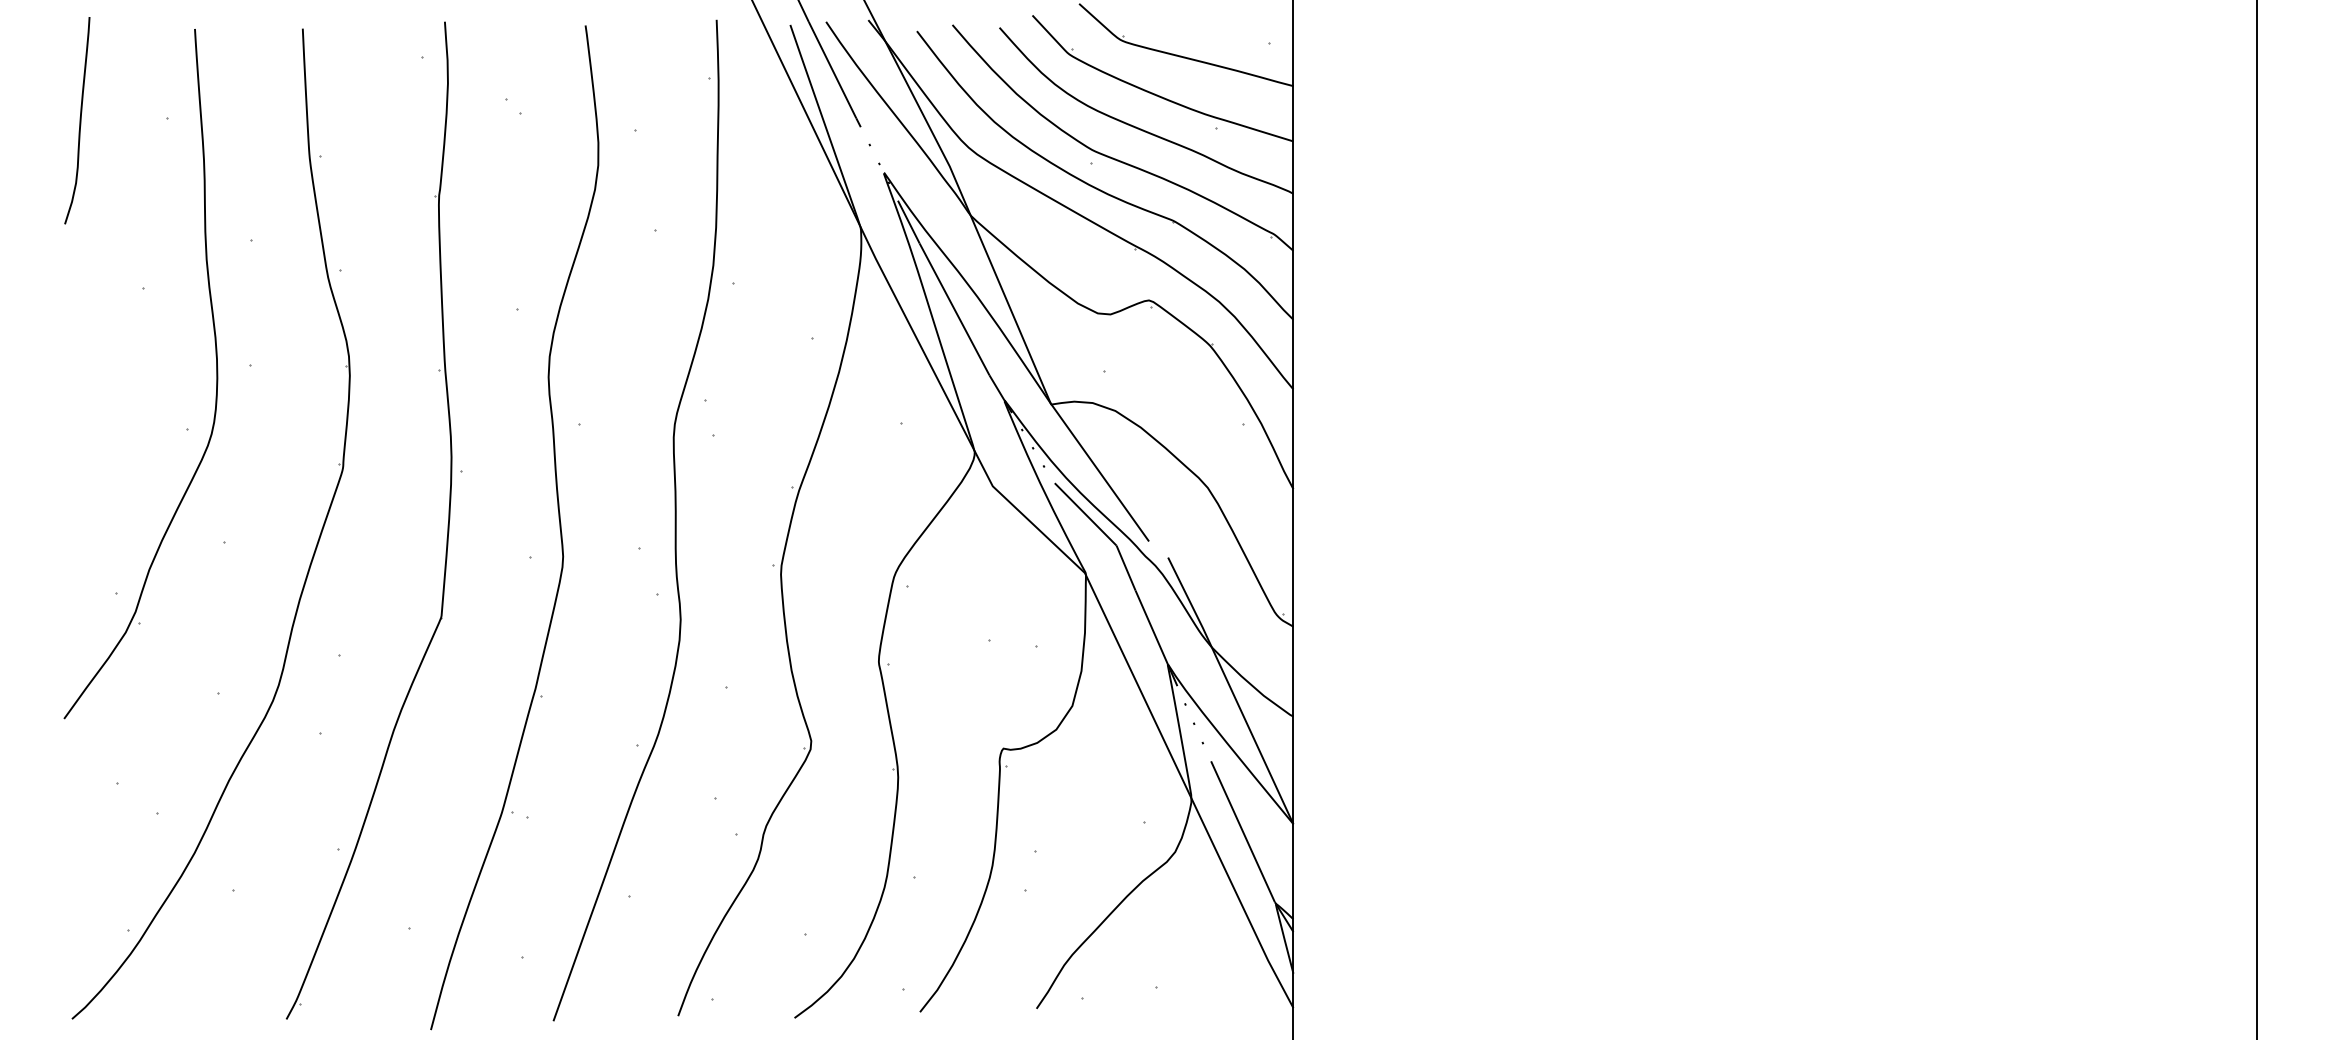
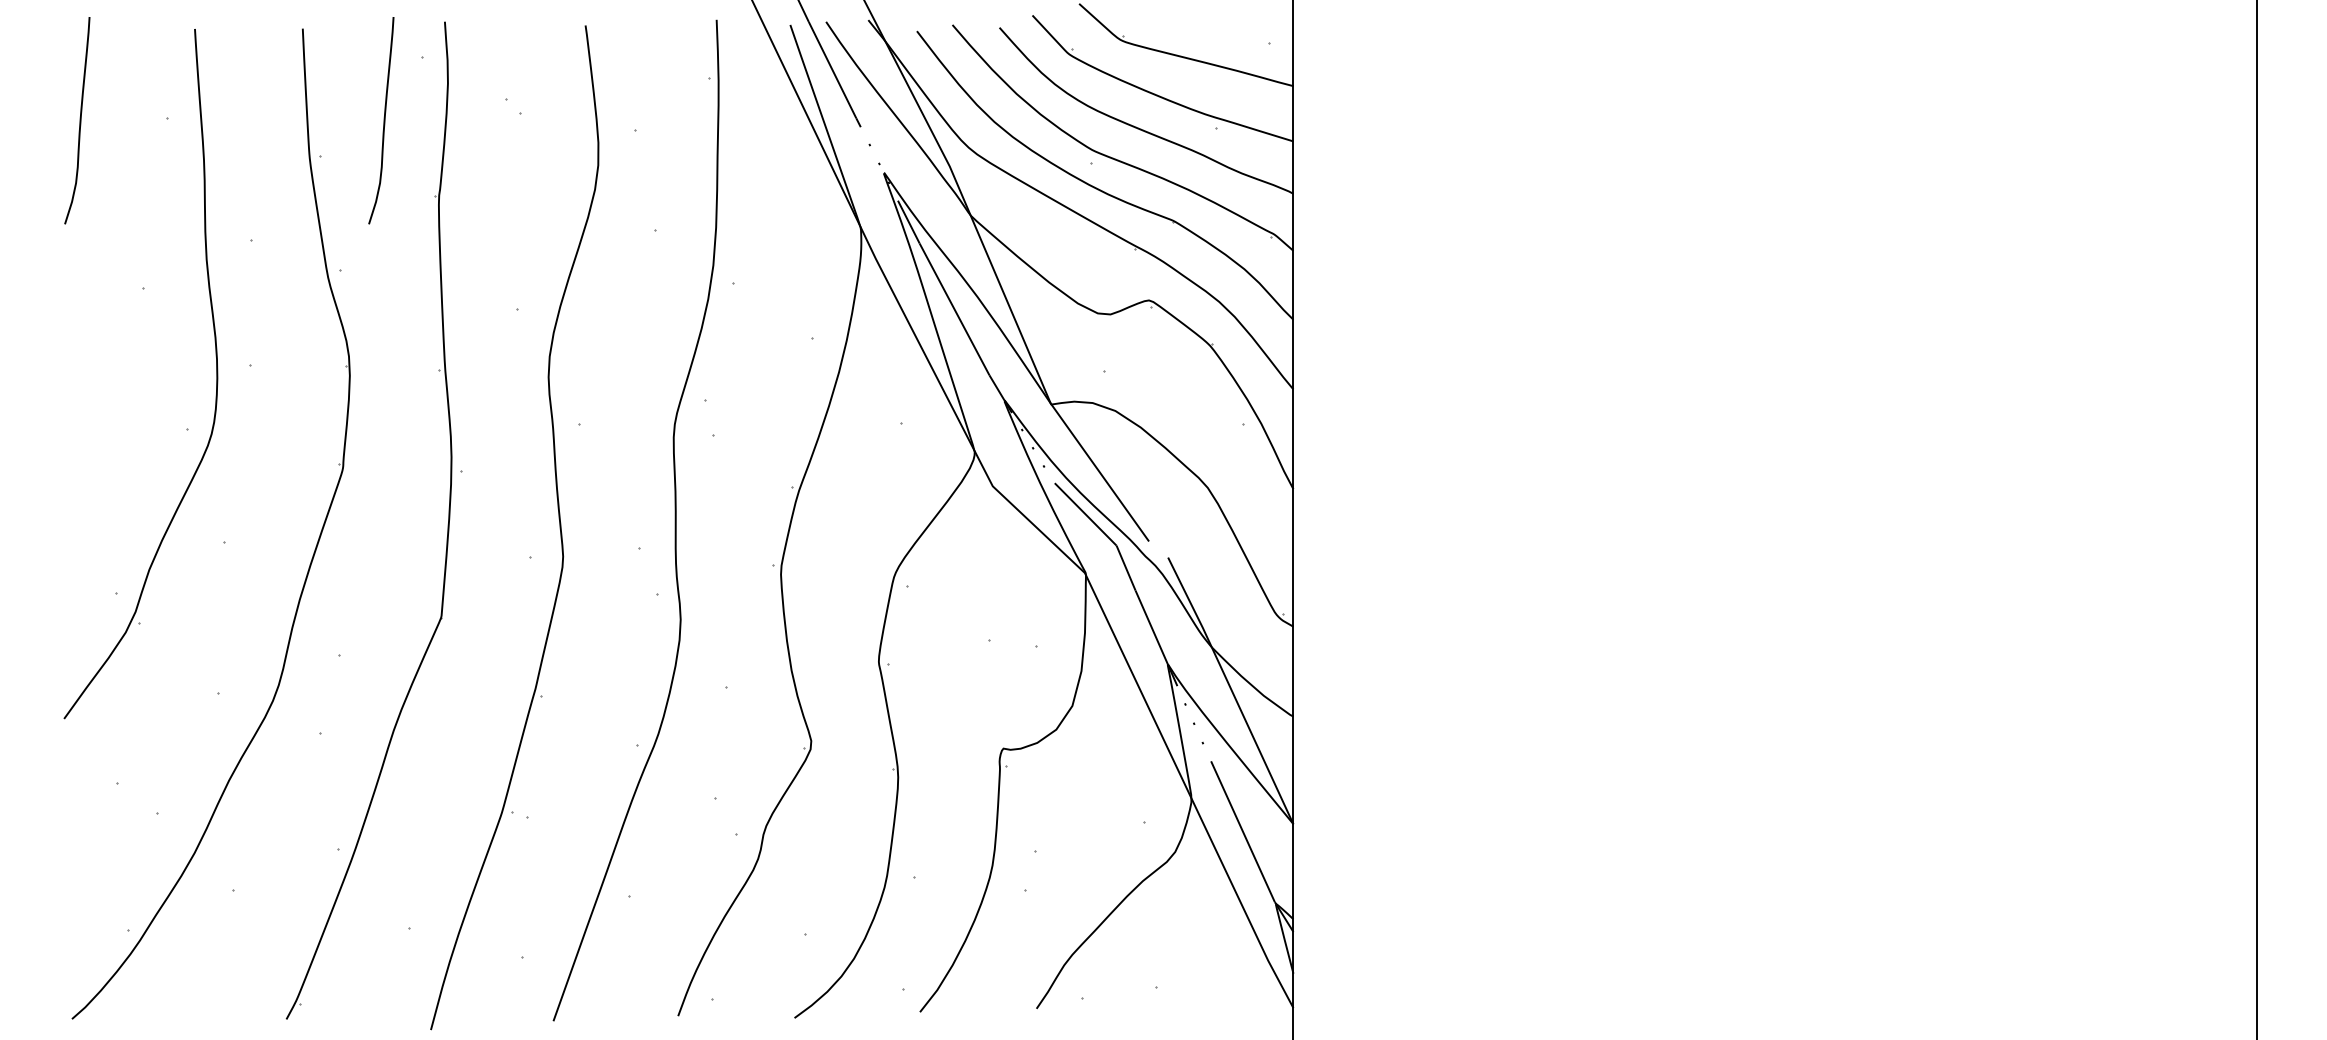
curve at (383, 120): none -> present
